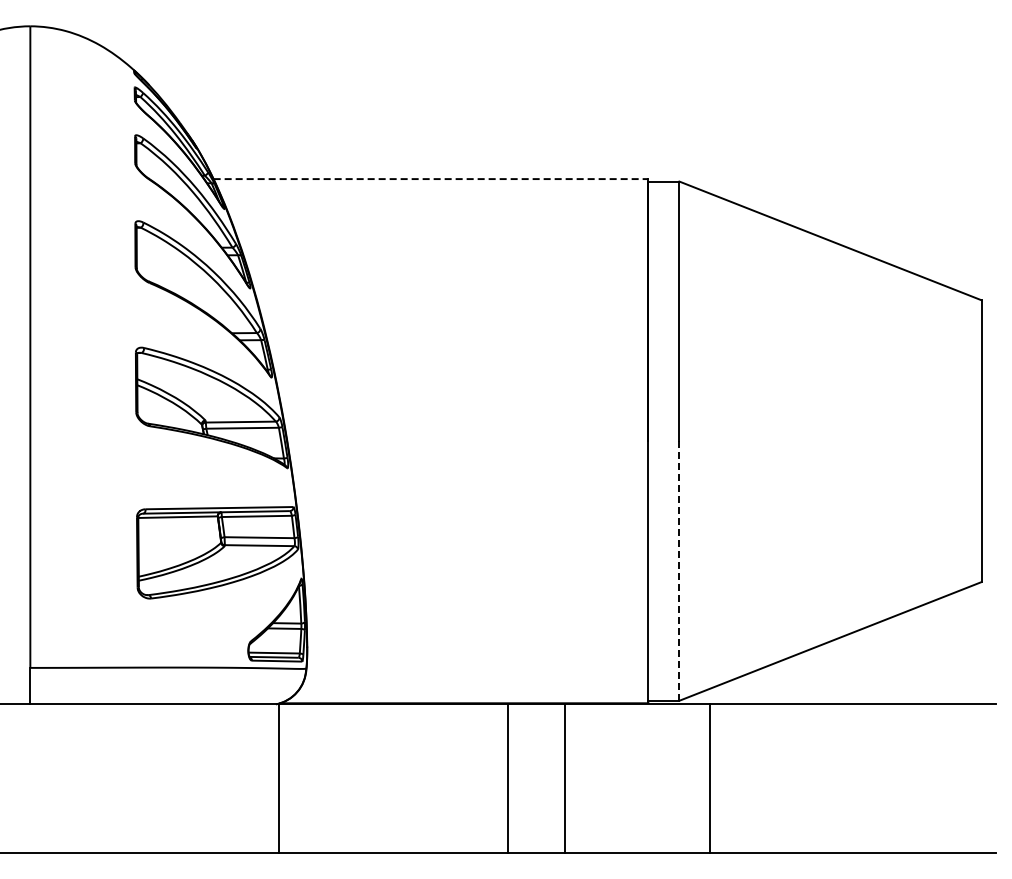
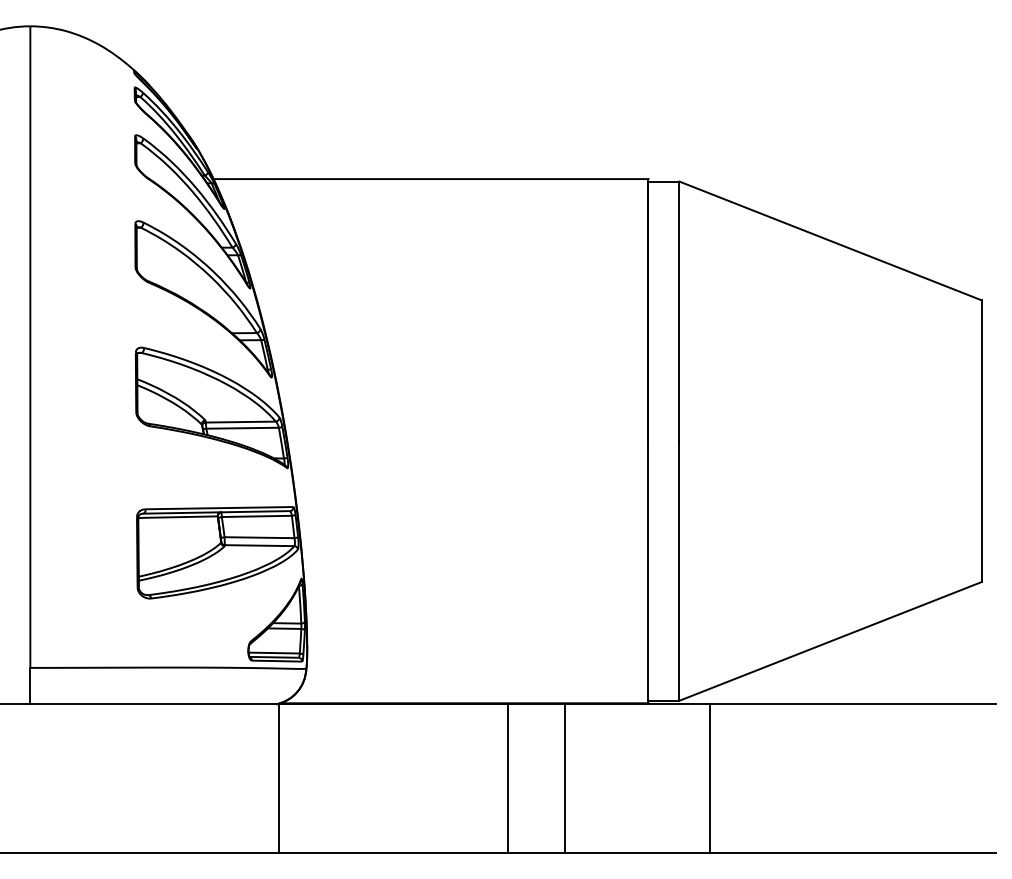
line at (431, 179): dashed -> solid
line at (679, 570): dashed -> solid
